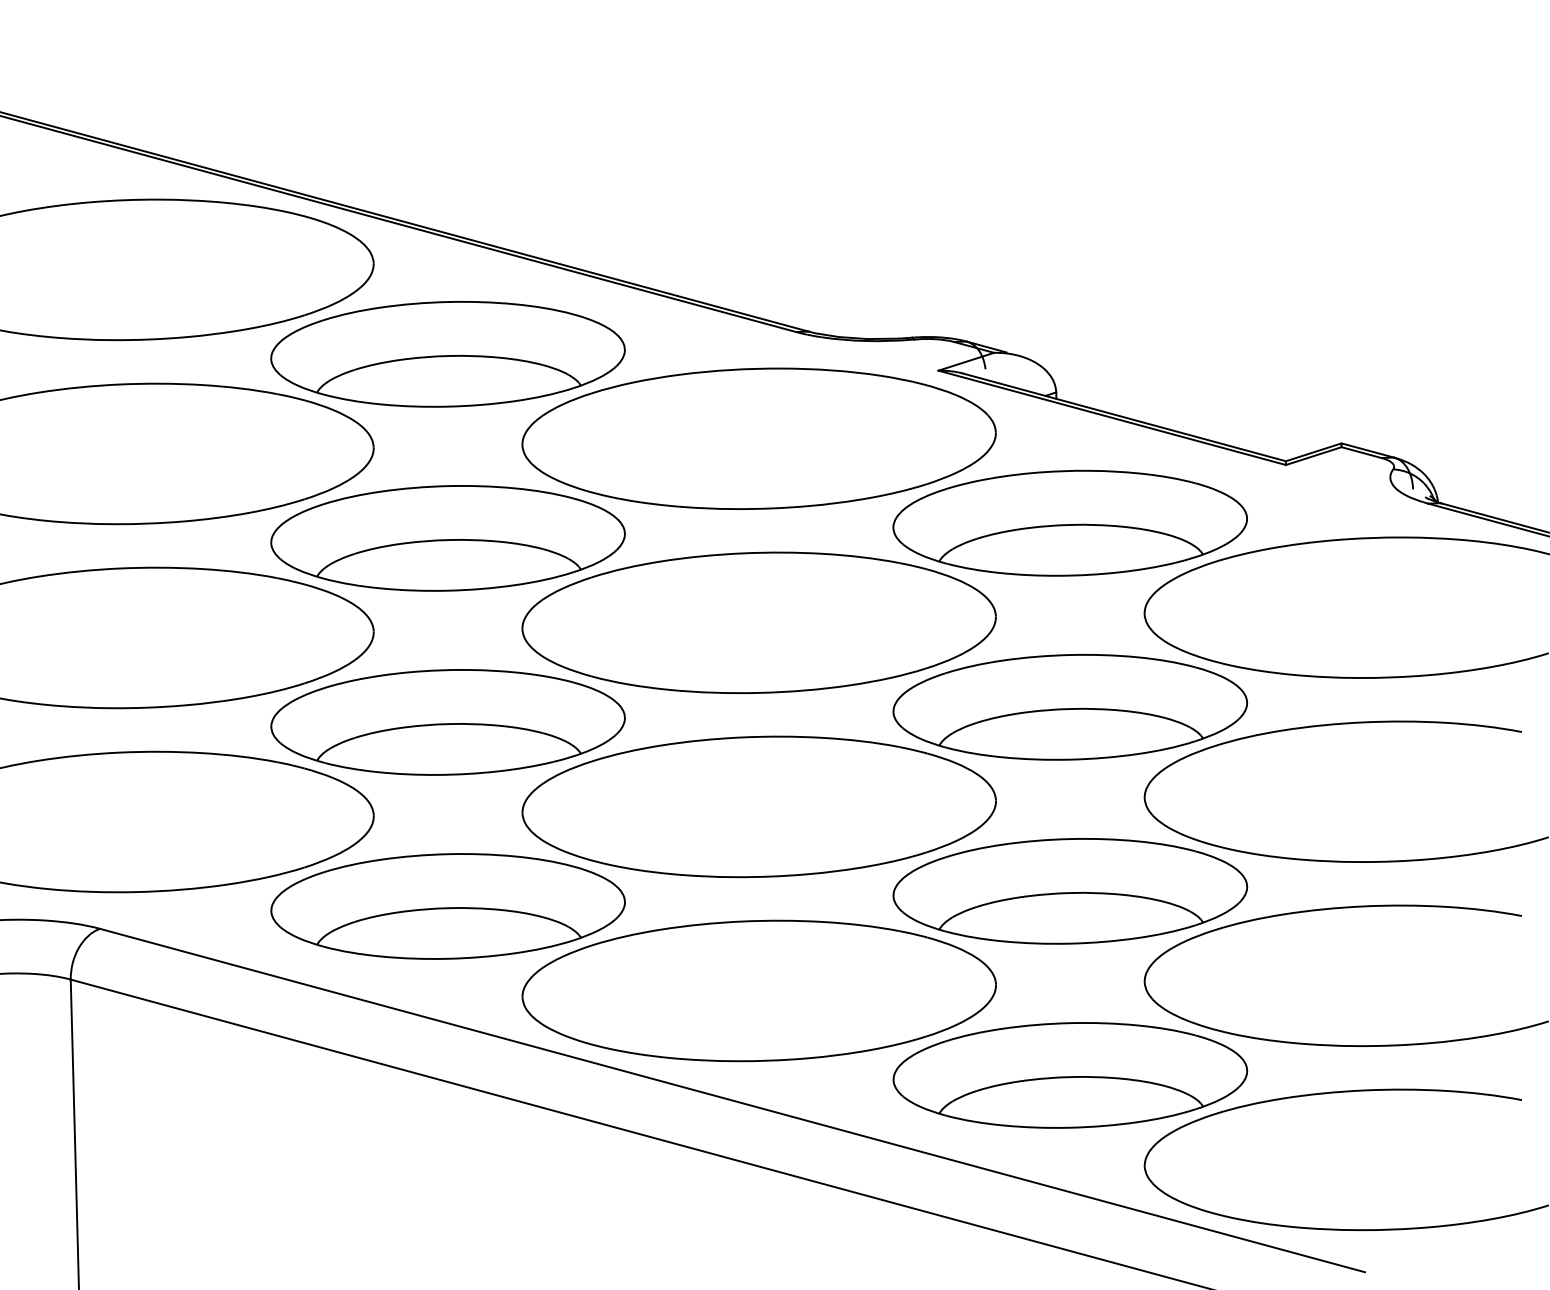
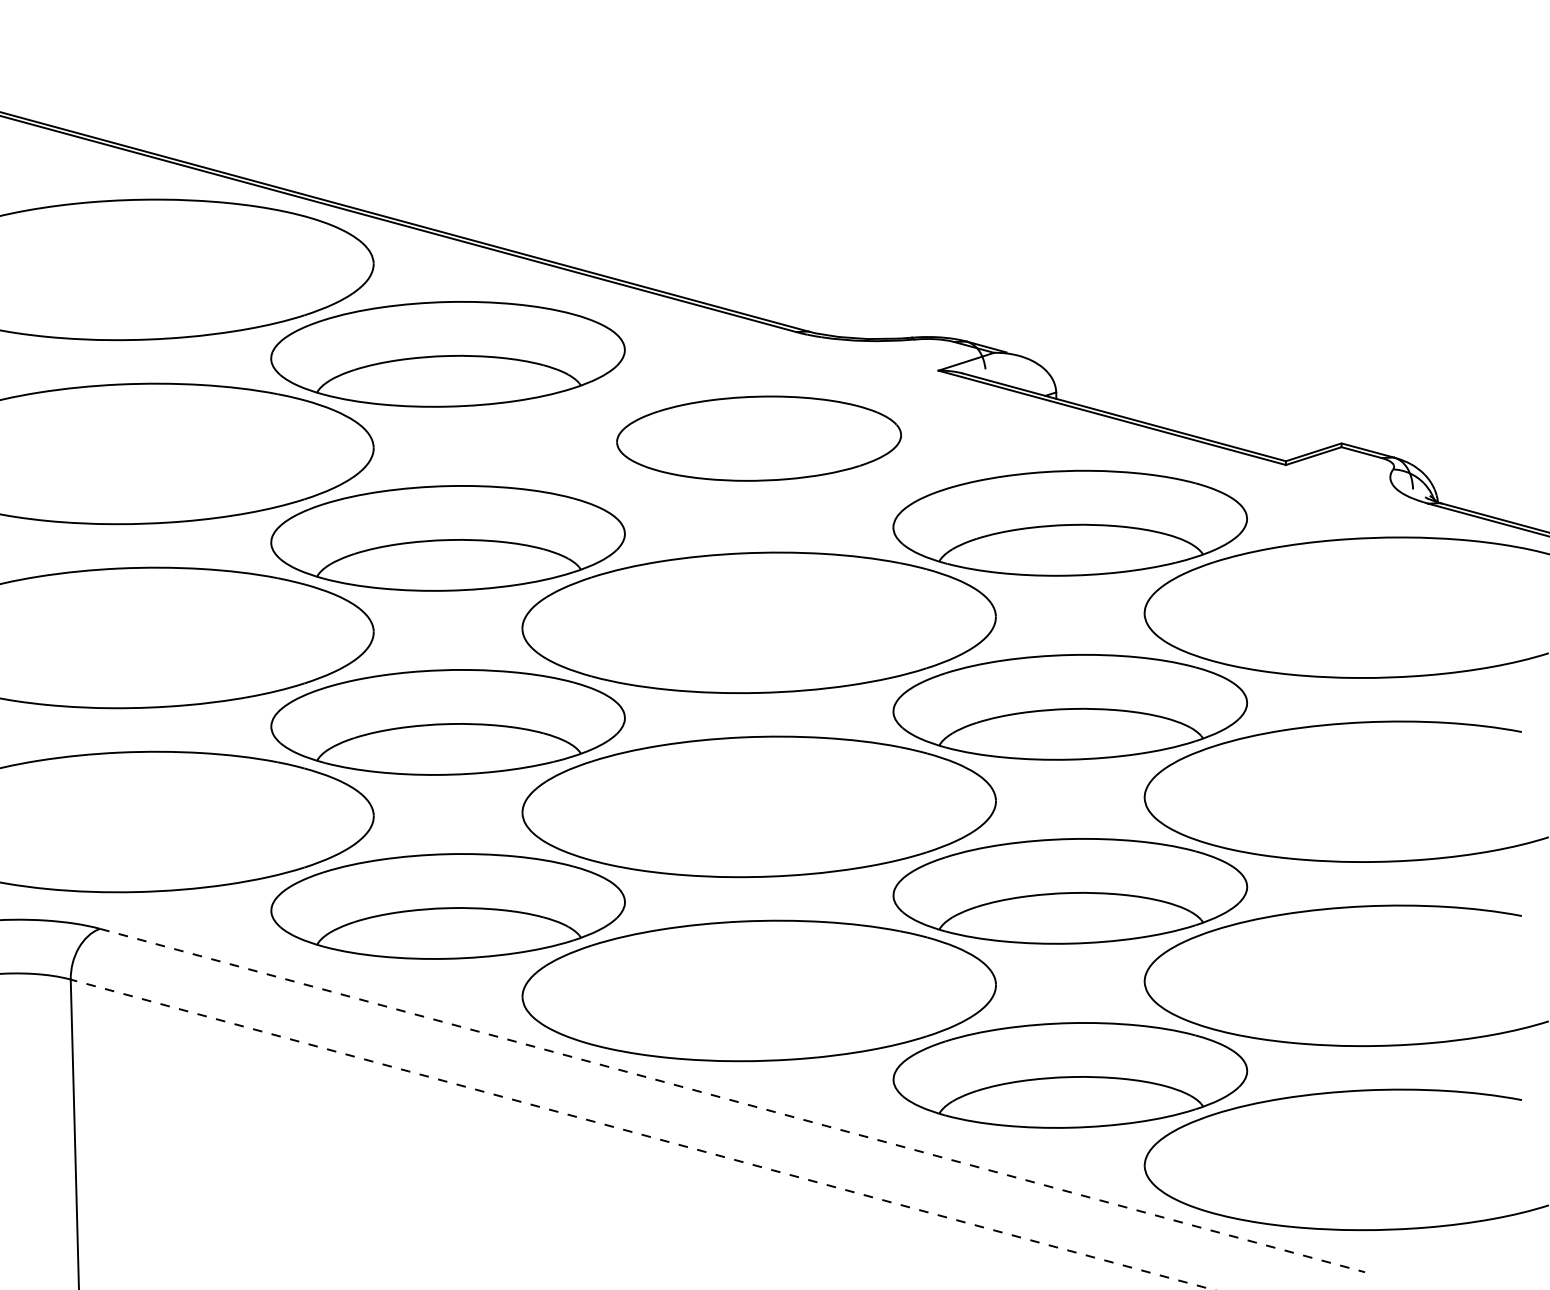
part at (758, 438) size: 476x143 px -> 286x87 px
line at (733, 1100): solid -> dashed
line at (641, 1134): solid -> dashed
